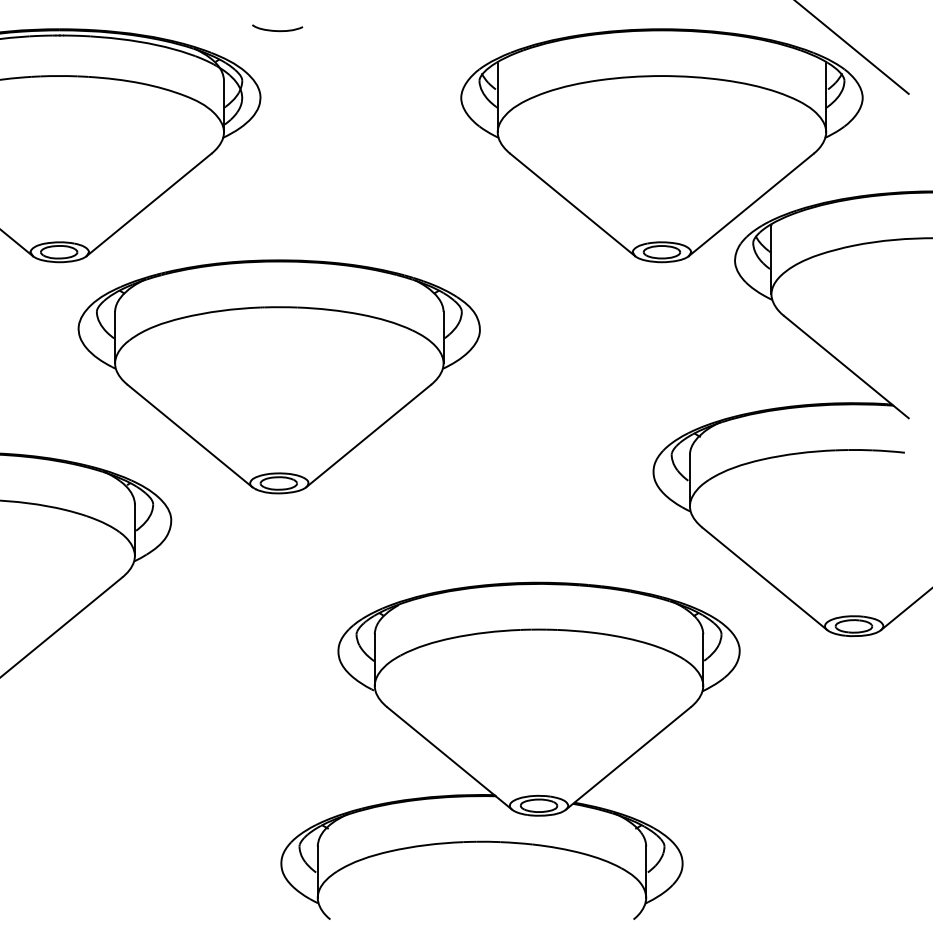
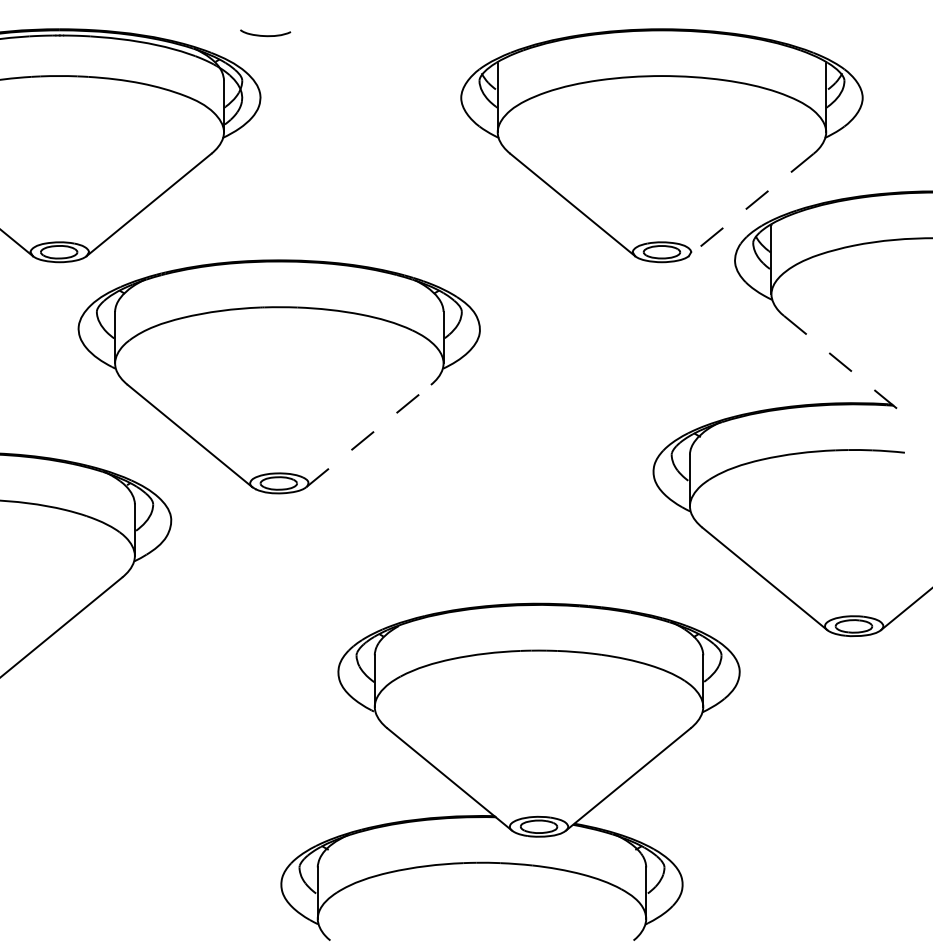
curve at (277, 30) position: (277, 30) -> (265, 35)
line at (852, 47): present -> none
line at (751, 204): solid -> dashed
line at (846, 367): solid -> dashed
line at (368, 436): solid -> dashed
part at (510, 750) position: (510, 750) -> (510, 771)
